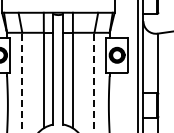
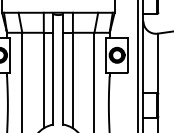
line at (22, 82): dashed -> solid
line at (94, 82): dashed -> solid
